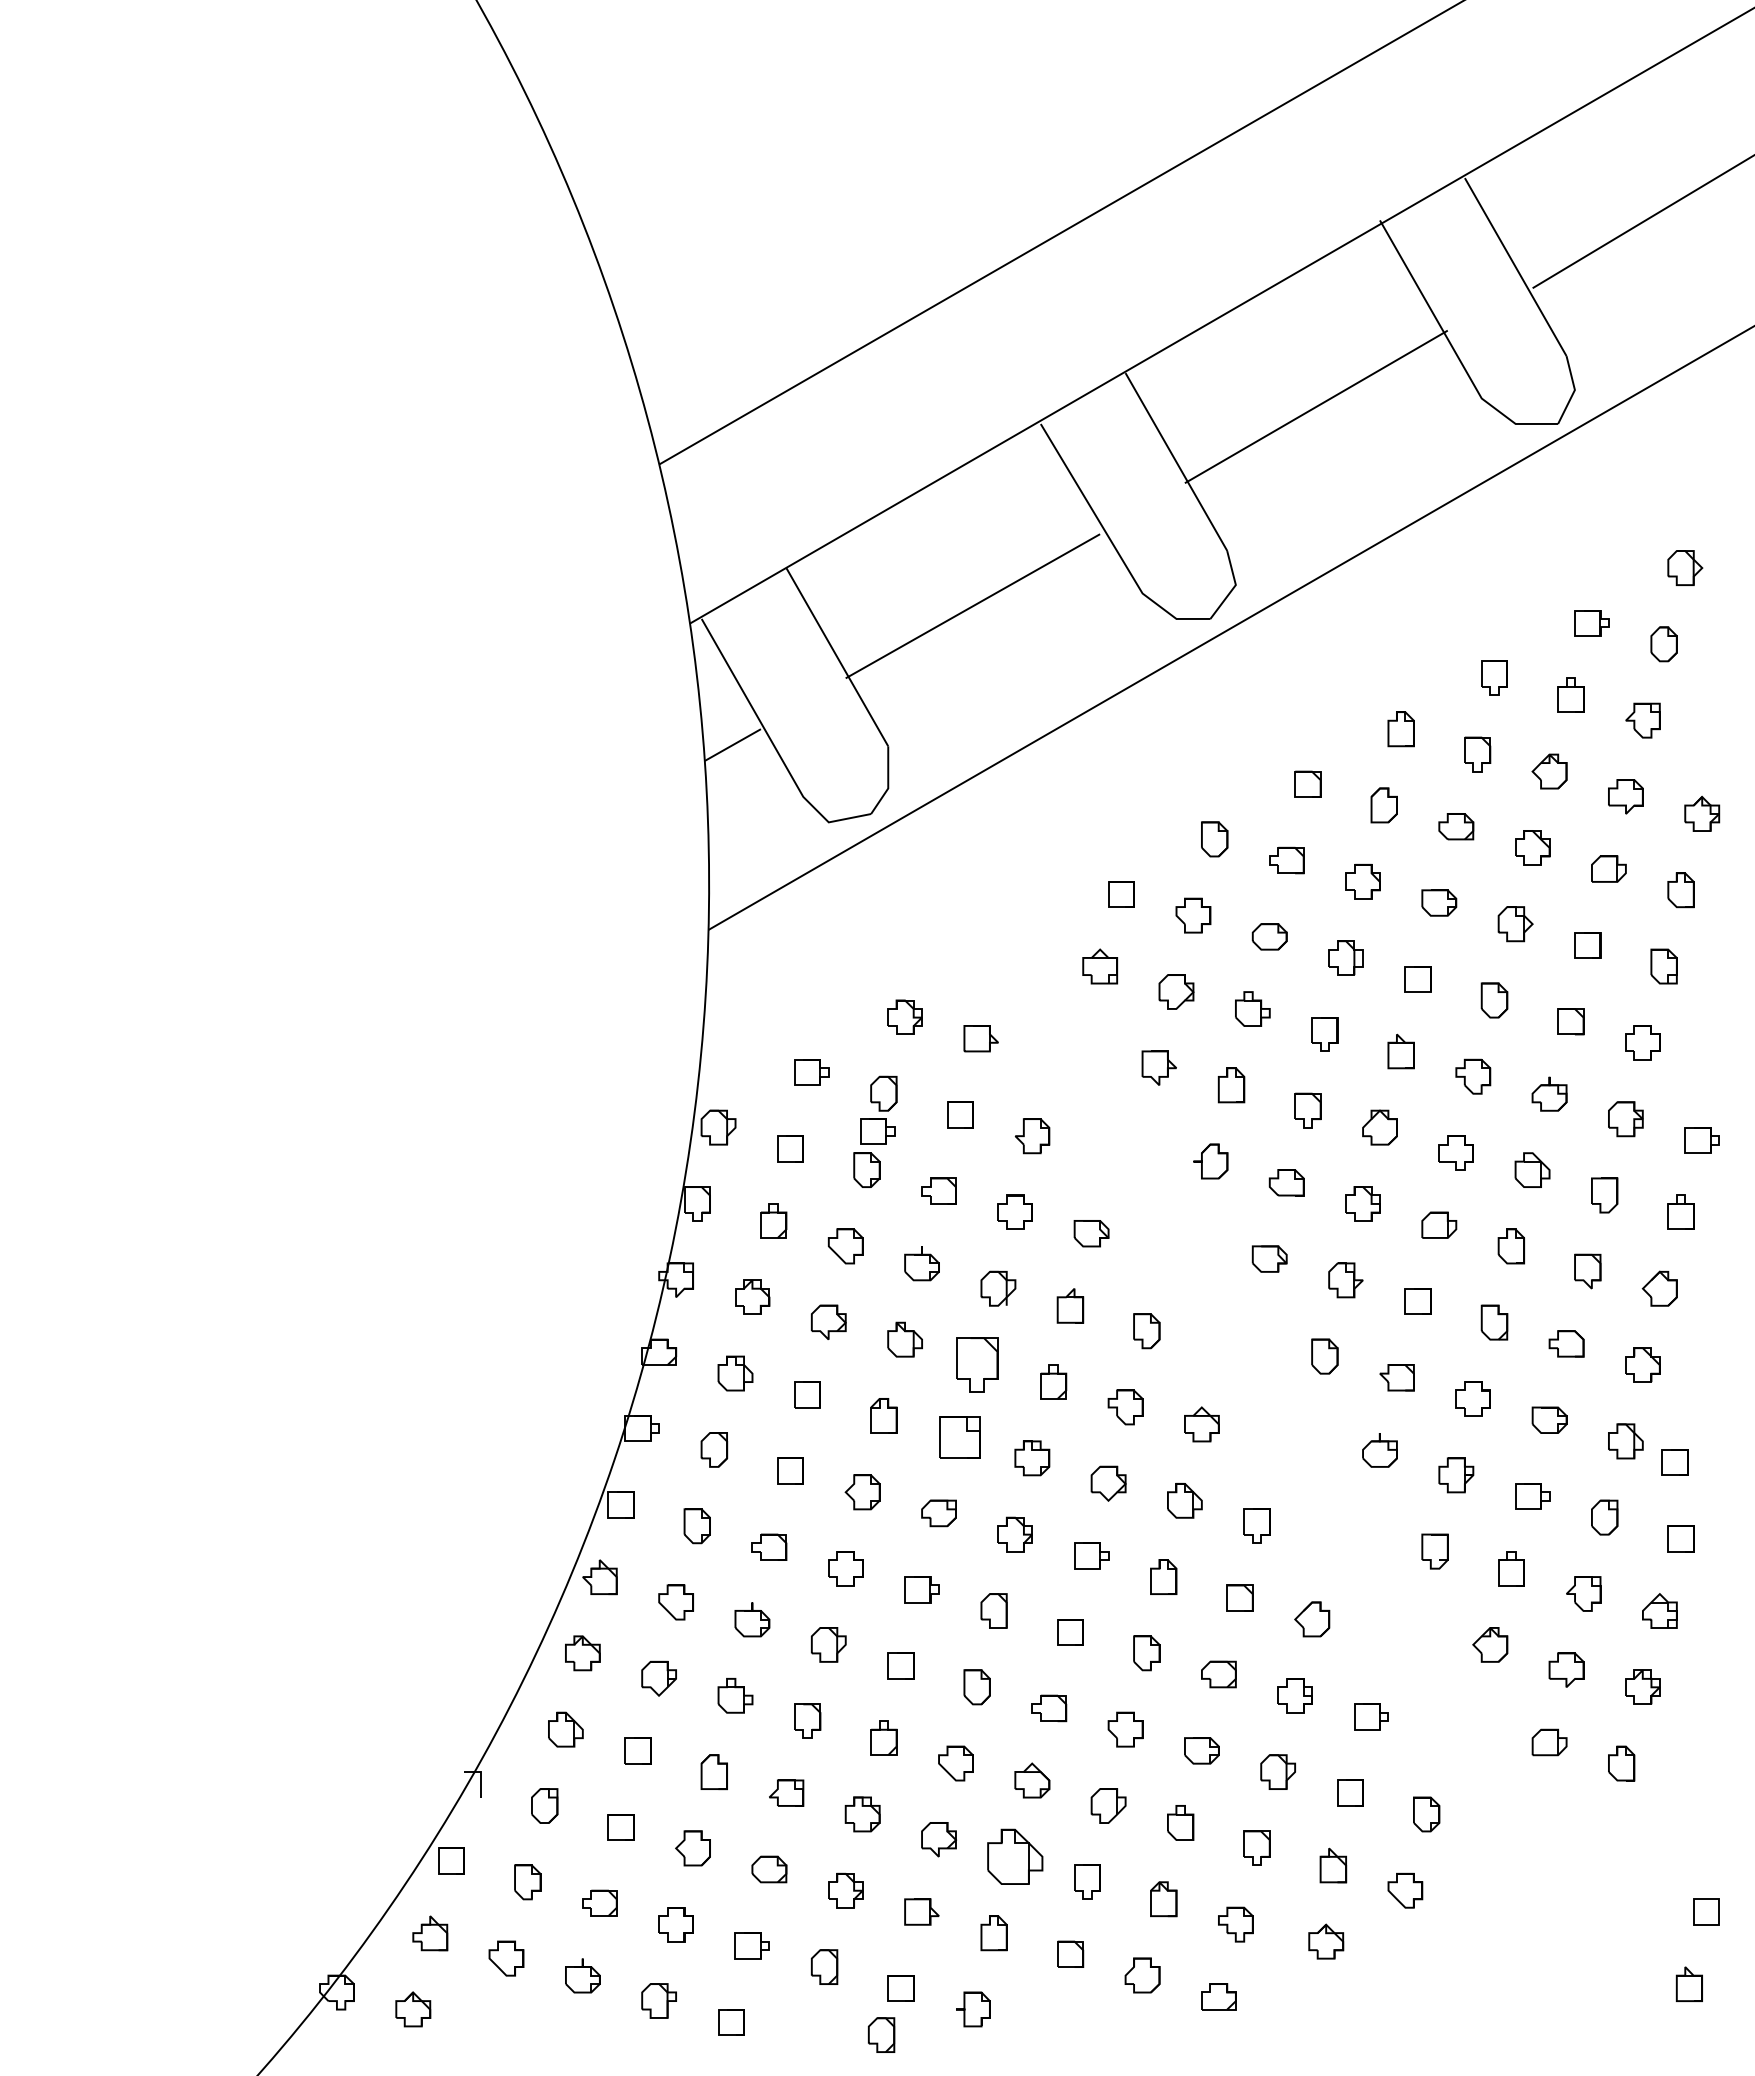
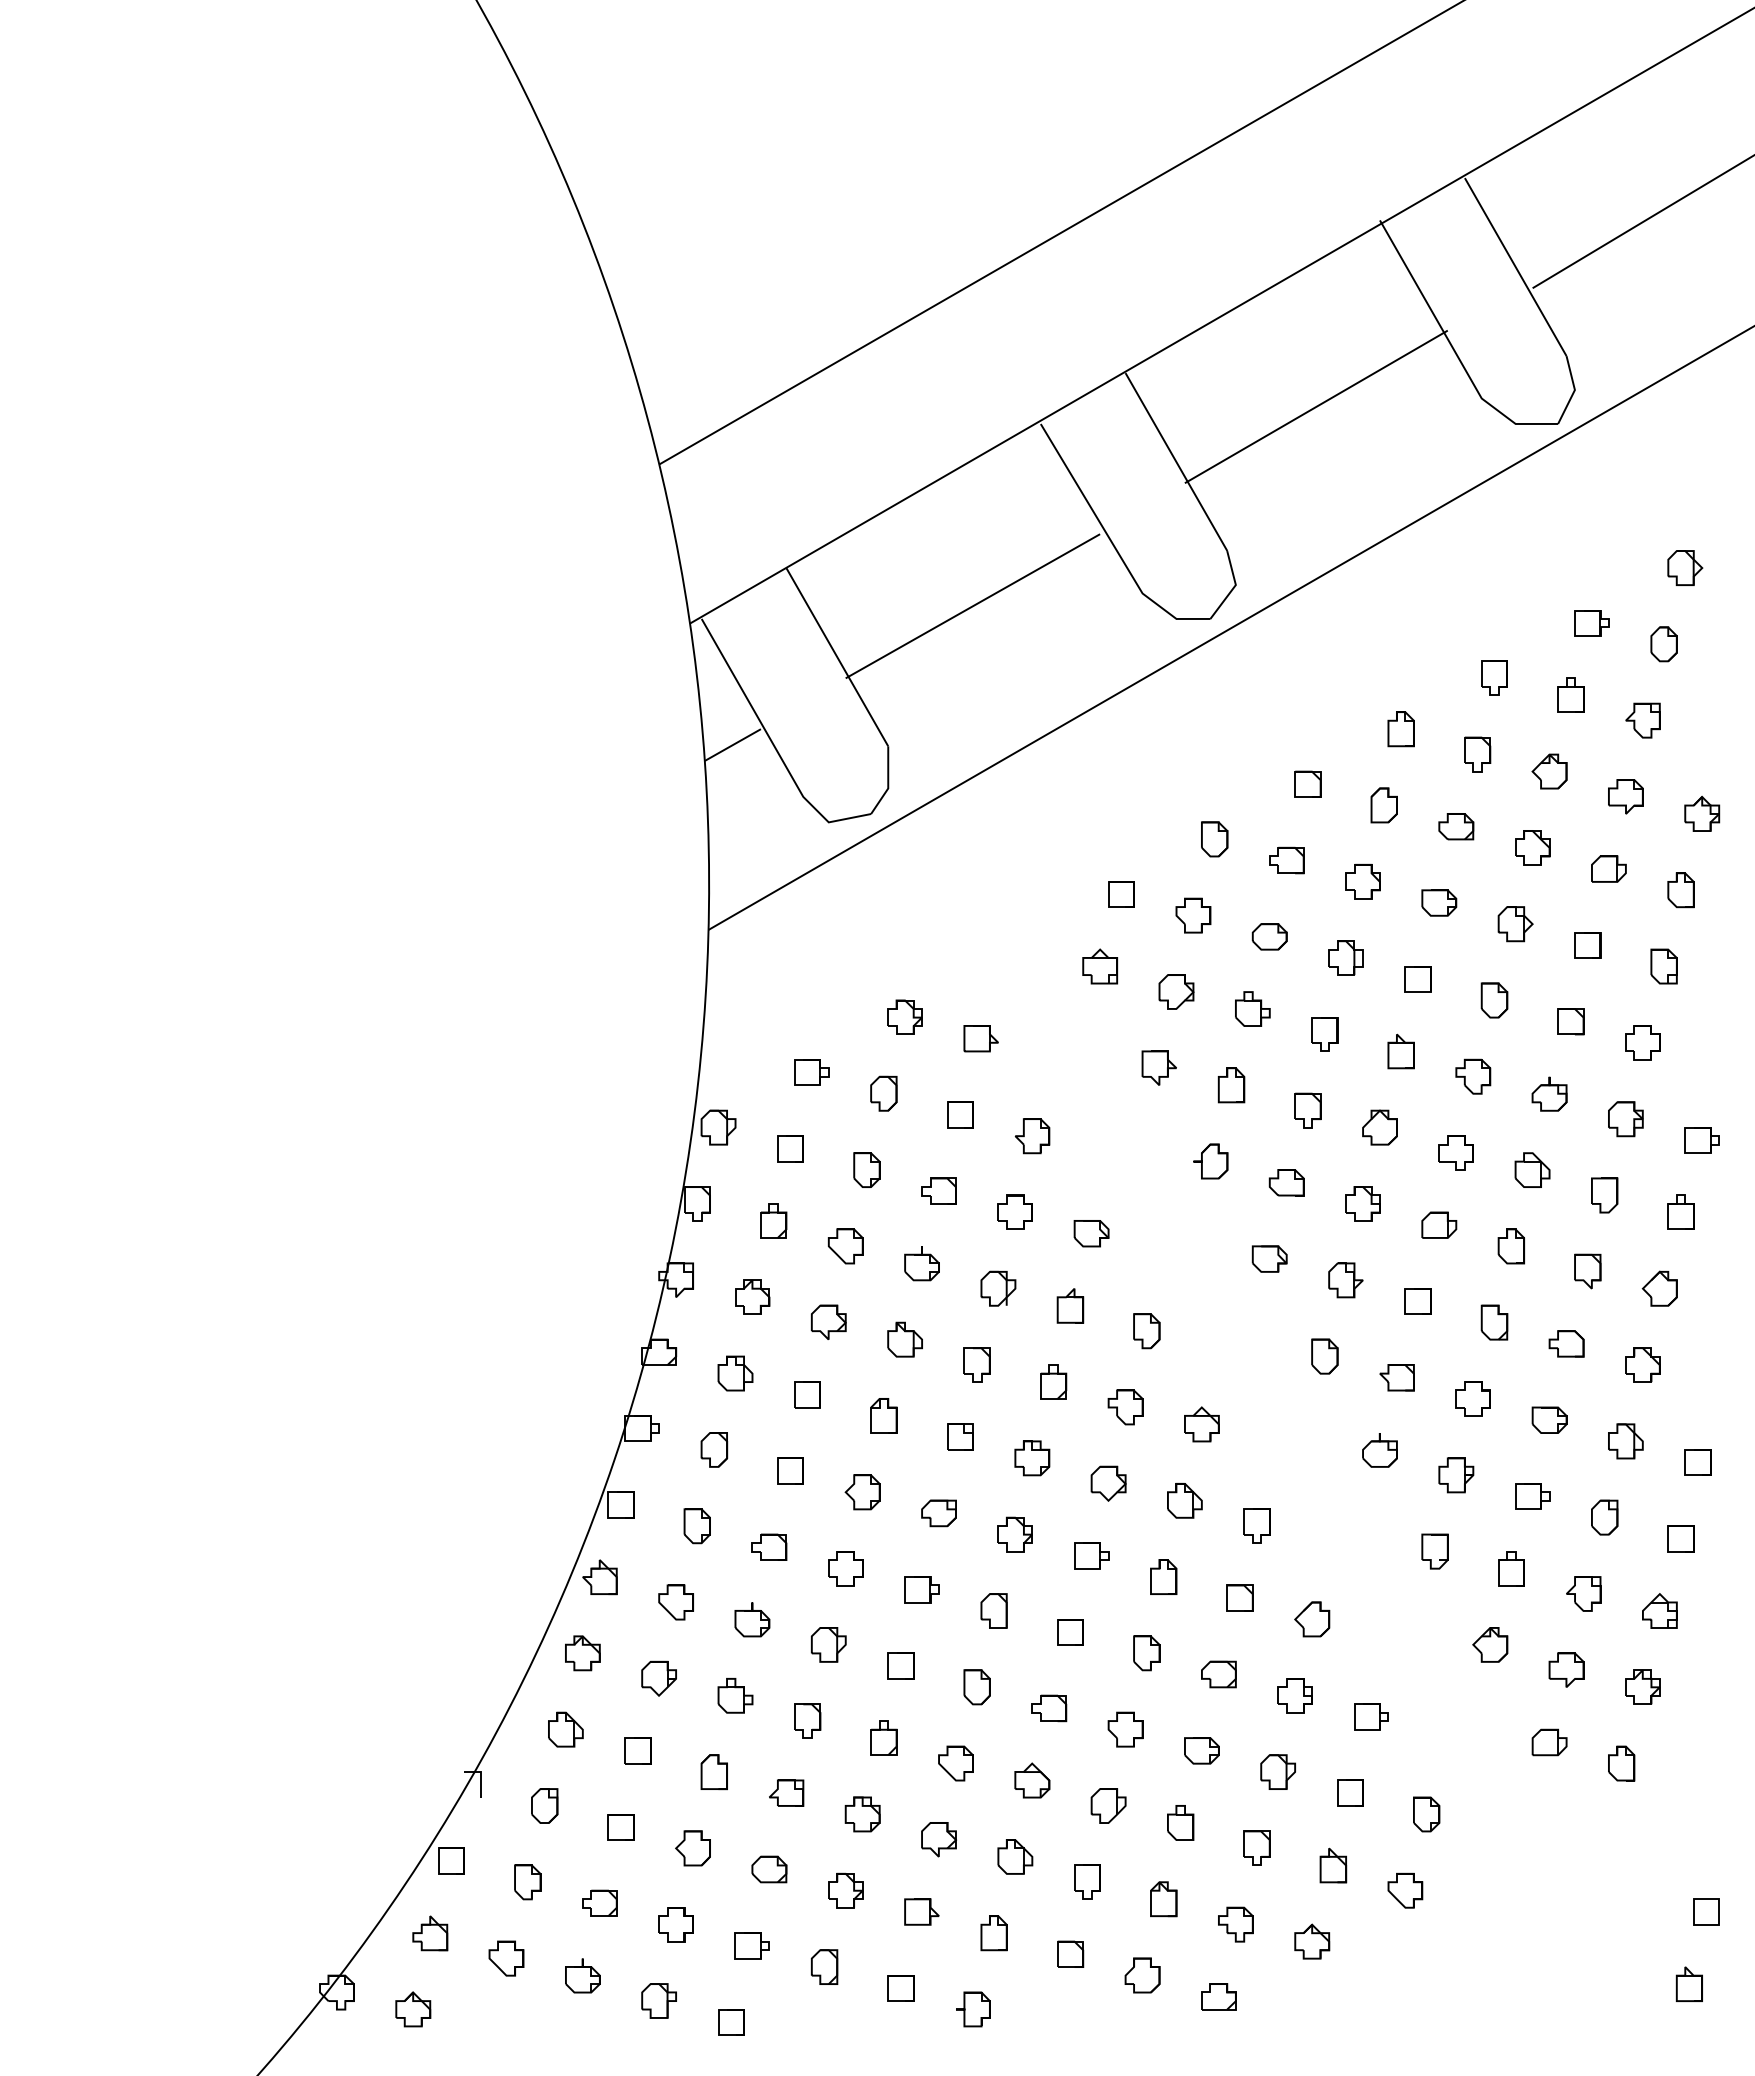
part at (877, 1131): present -> none
part at (977, 1364) size: 43x56 px -> 28x36 px
part at (959, 1437) size: 42x43 px -> 27x28 px
part at (1674, 1462) position: (1674, 1462) -> (1697, 1462)
part at (1015, 1856) size: 57x57 px -> 37x36 px
part at (1326, 1941) position: (1326, 1941) -> (1312, 1941)
part at (881, 2034): present -> none
